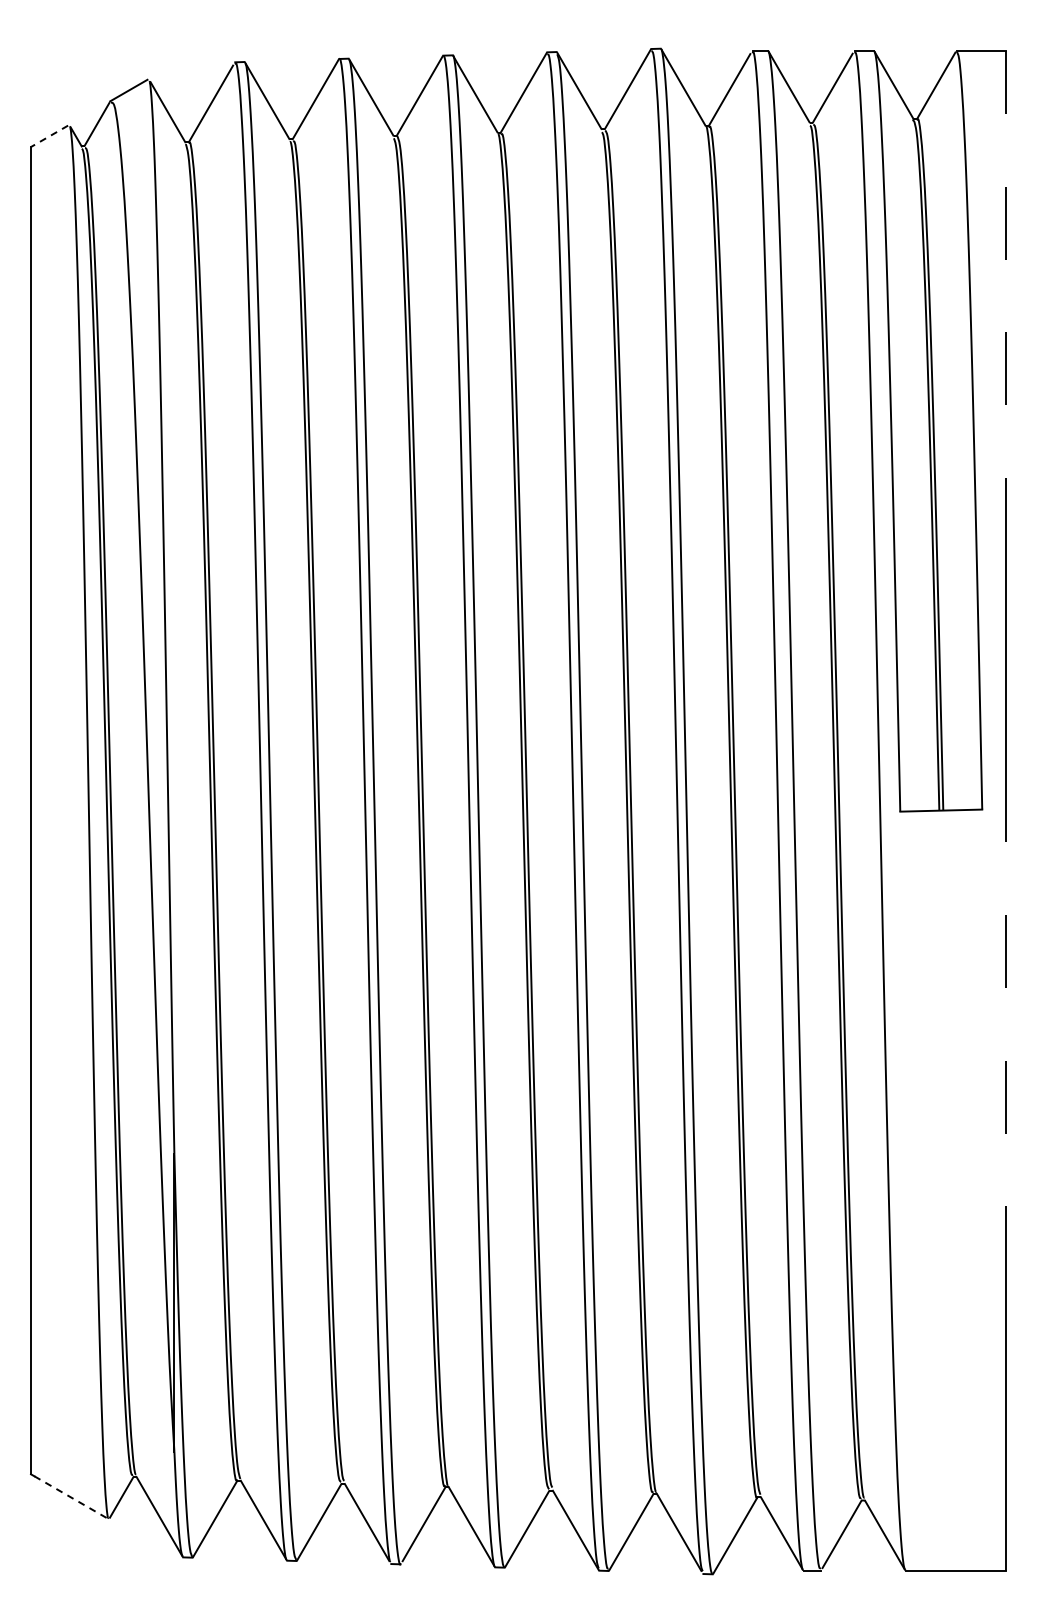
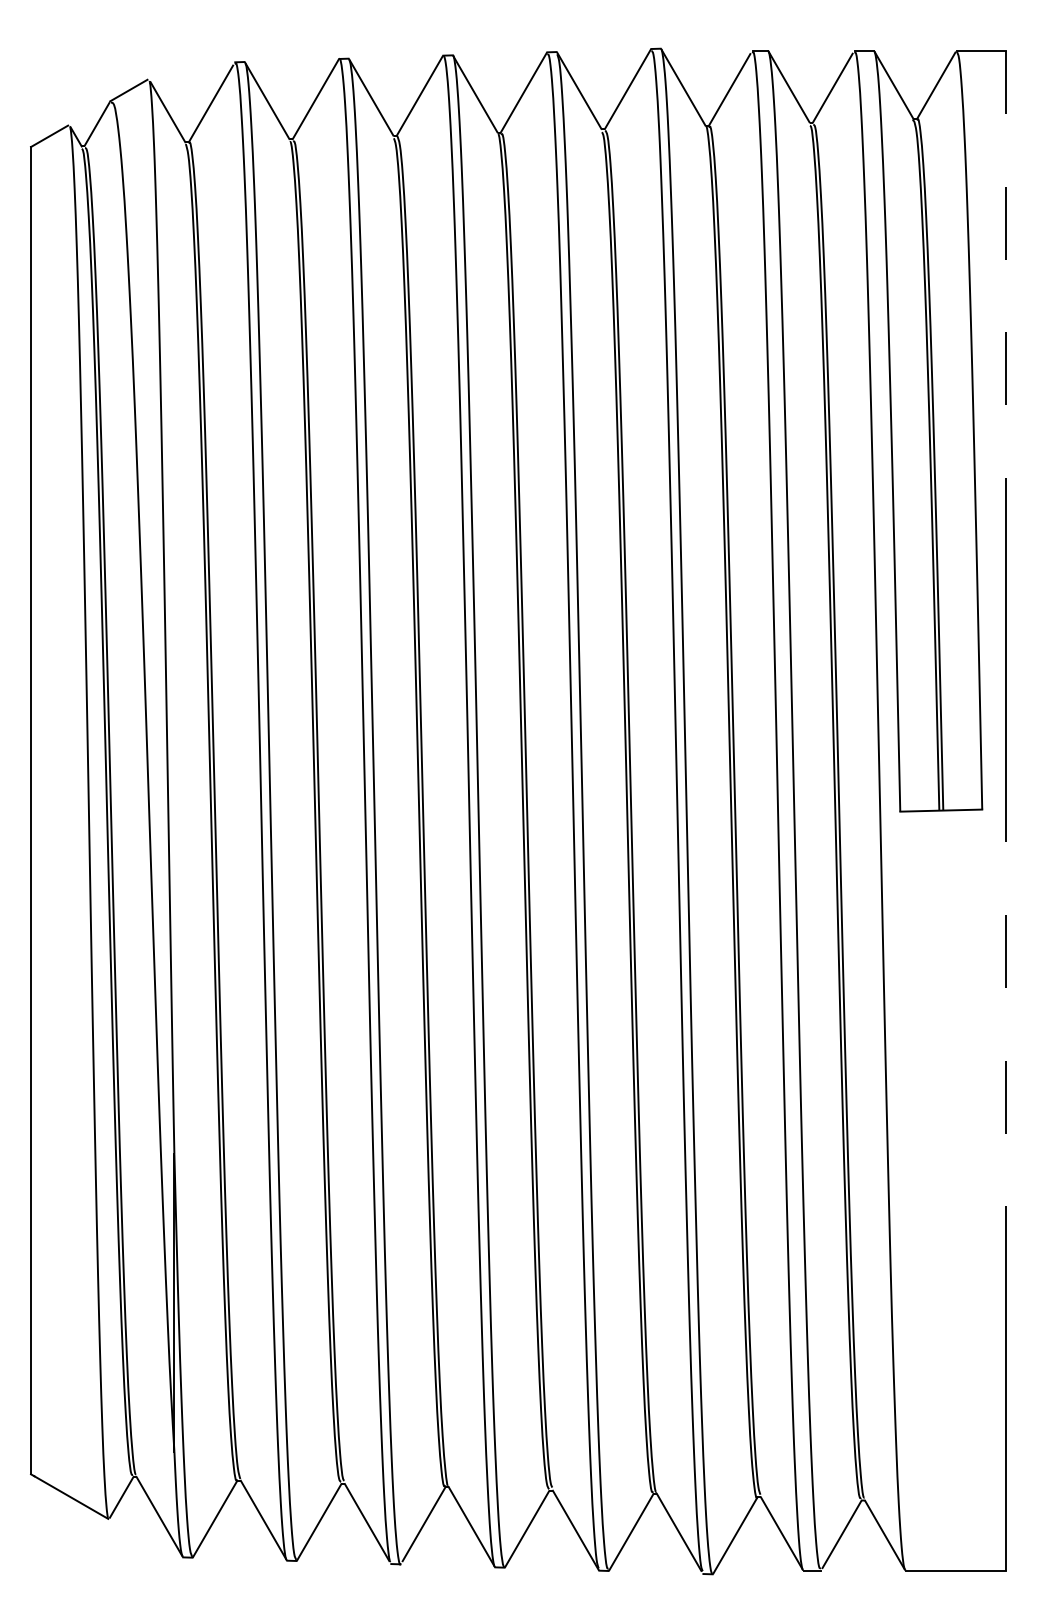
line at (49, 136): dashed -> solid
line at (71, 1497): dashed -> solid
